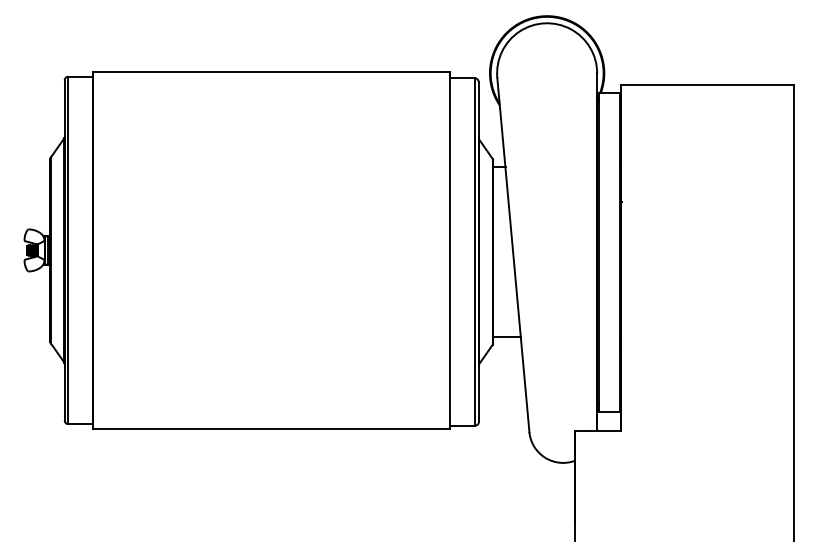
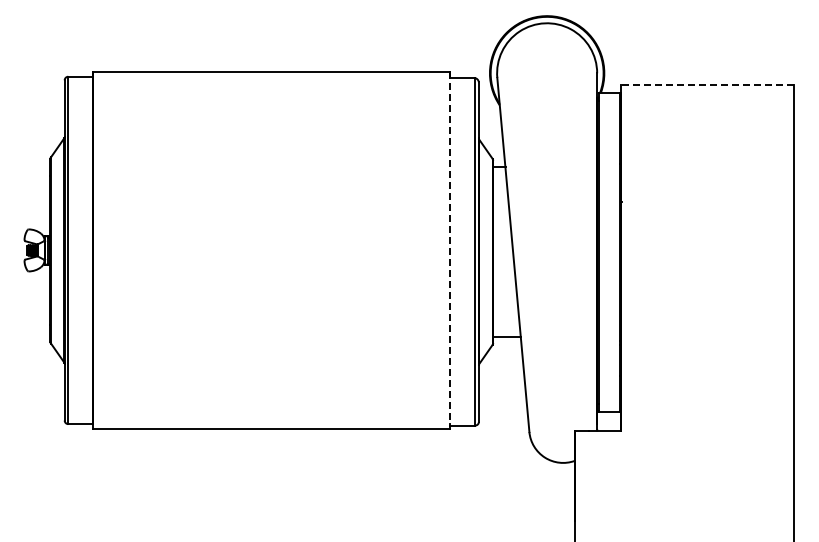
line at (707, 85): solid -> dashed
line at (450, 248): solid -> dashed
